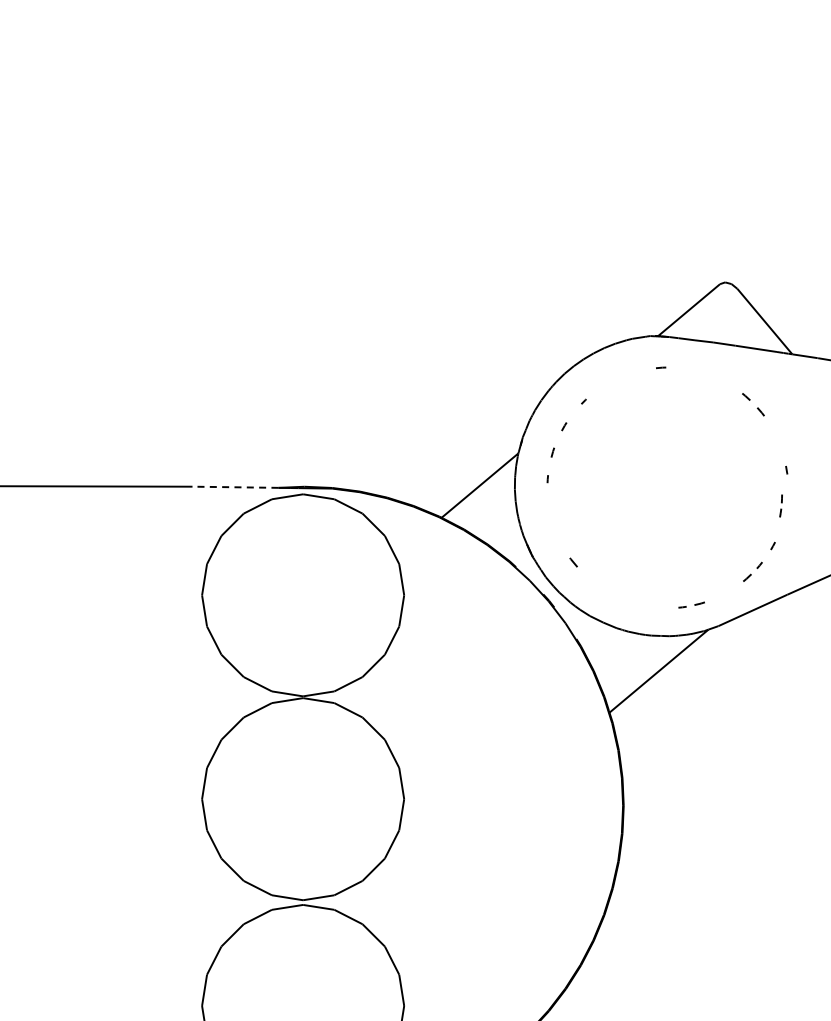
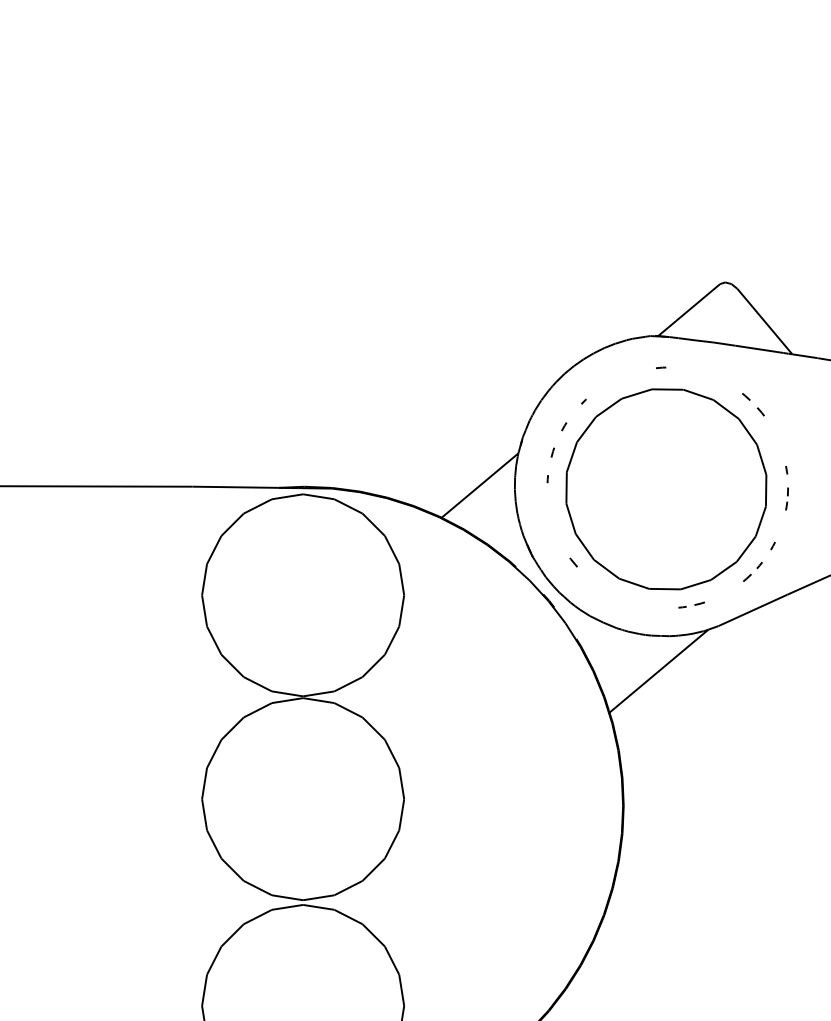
line at (235, 487): dashed -> solid
part at (666, 489): none -> present
part at (780, 505) position: (780, 505) -> (786, 498)
